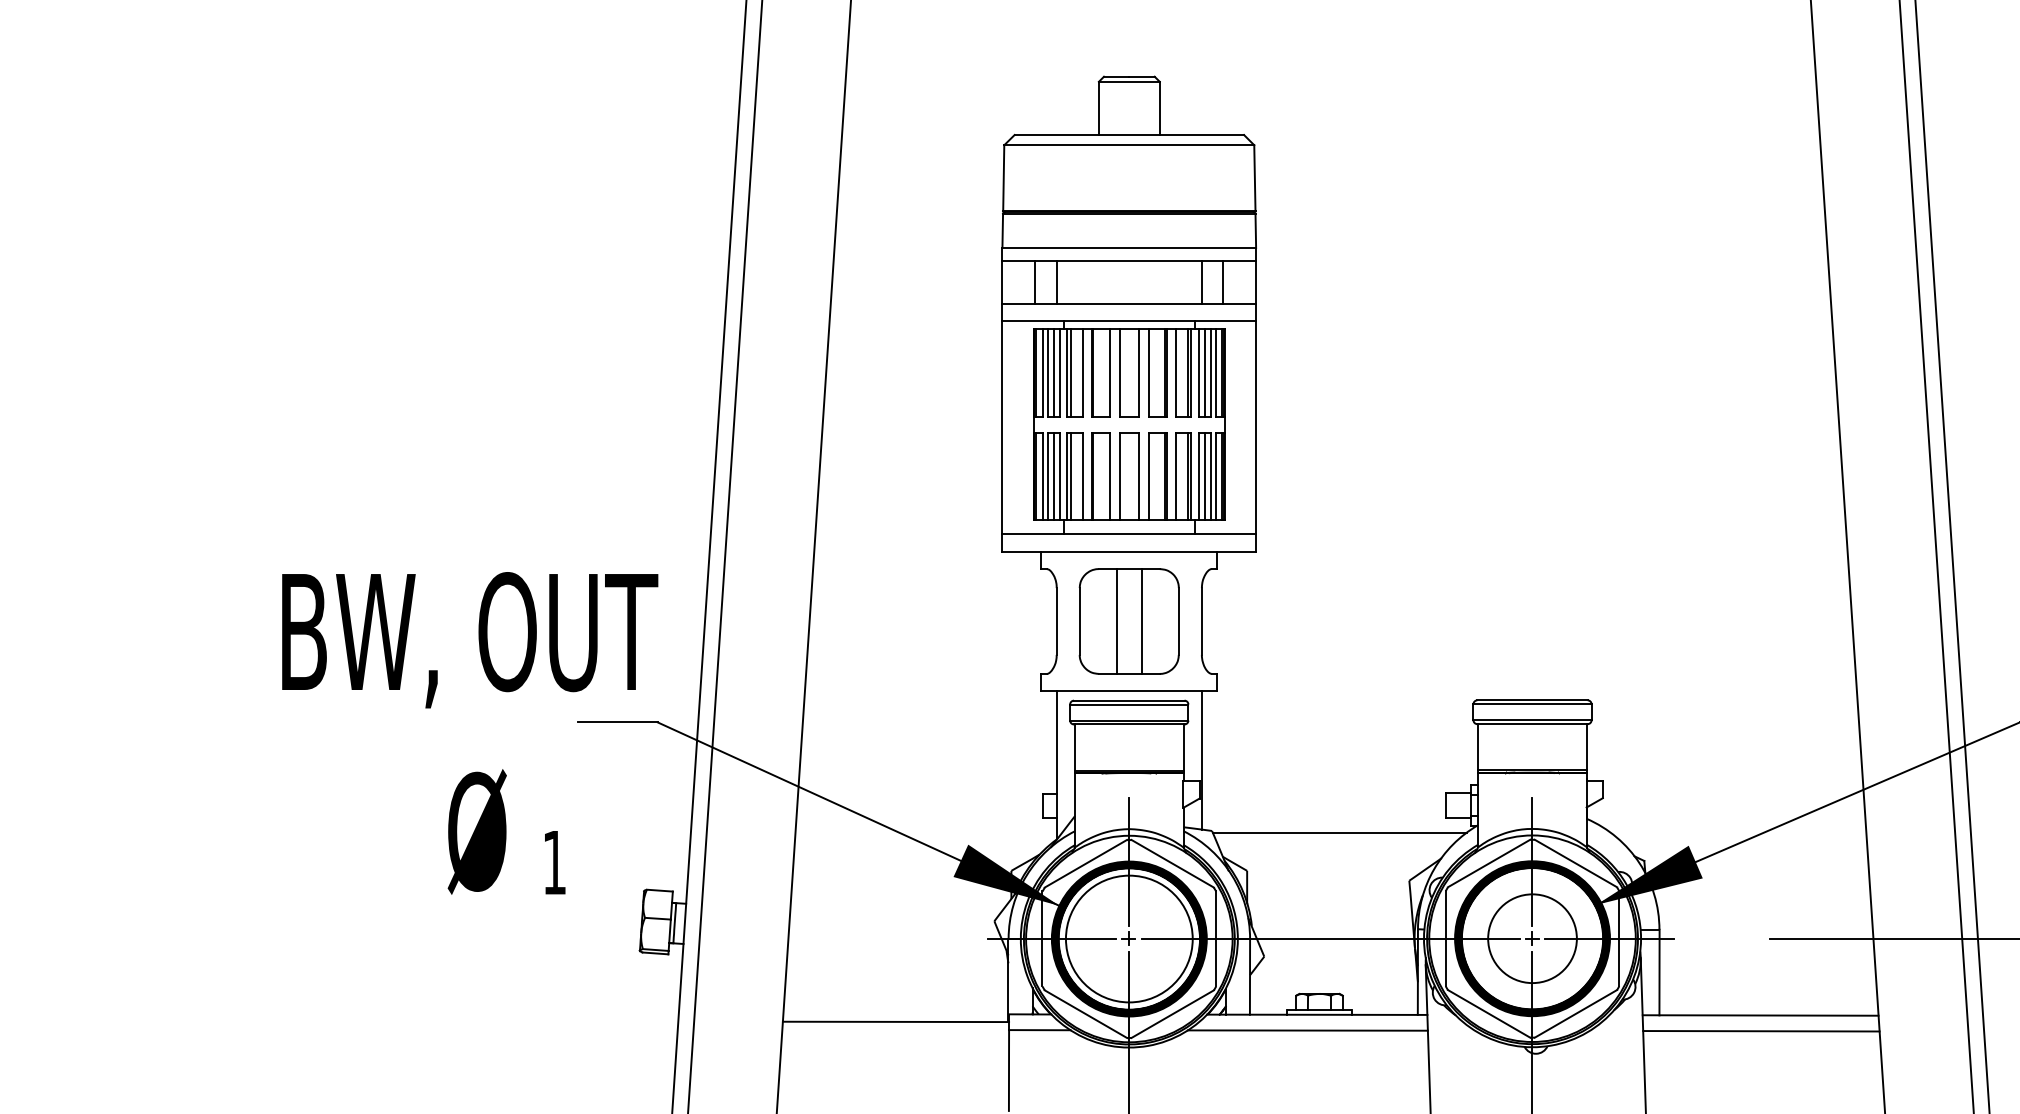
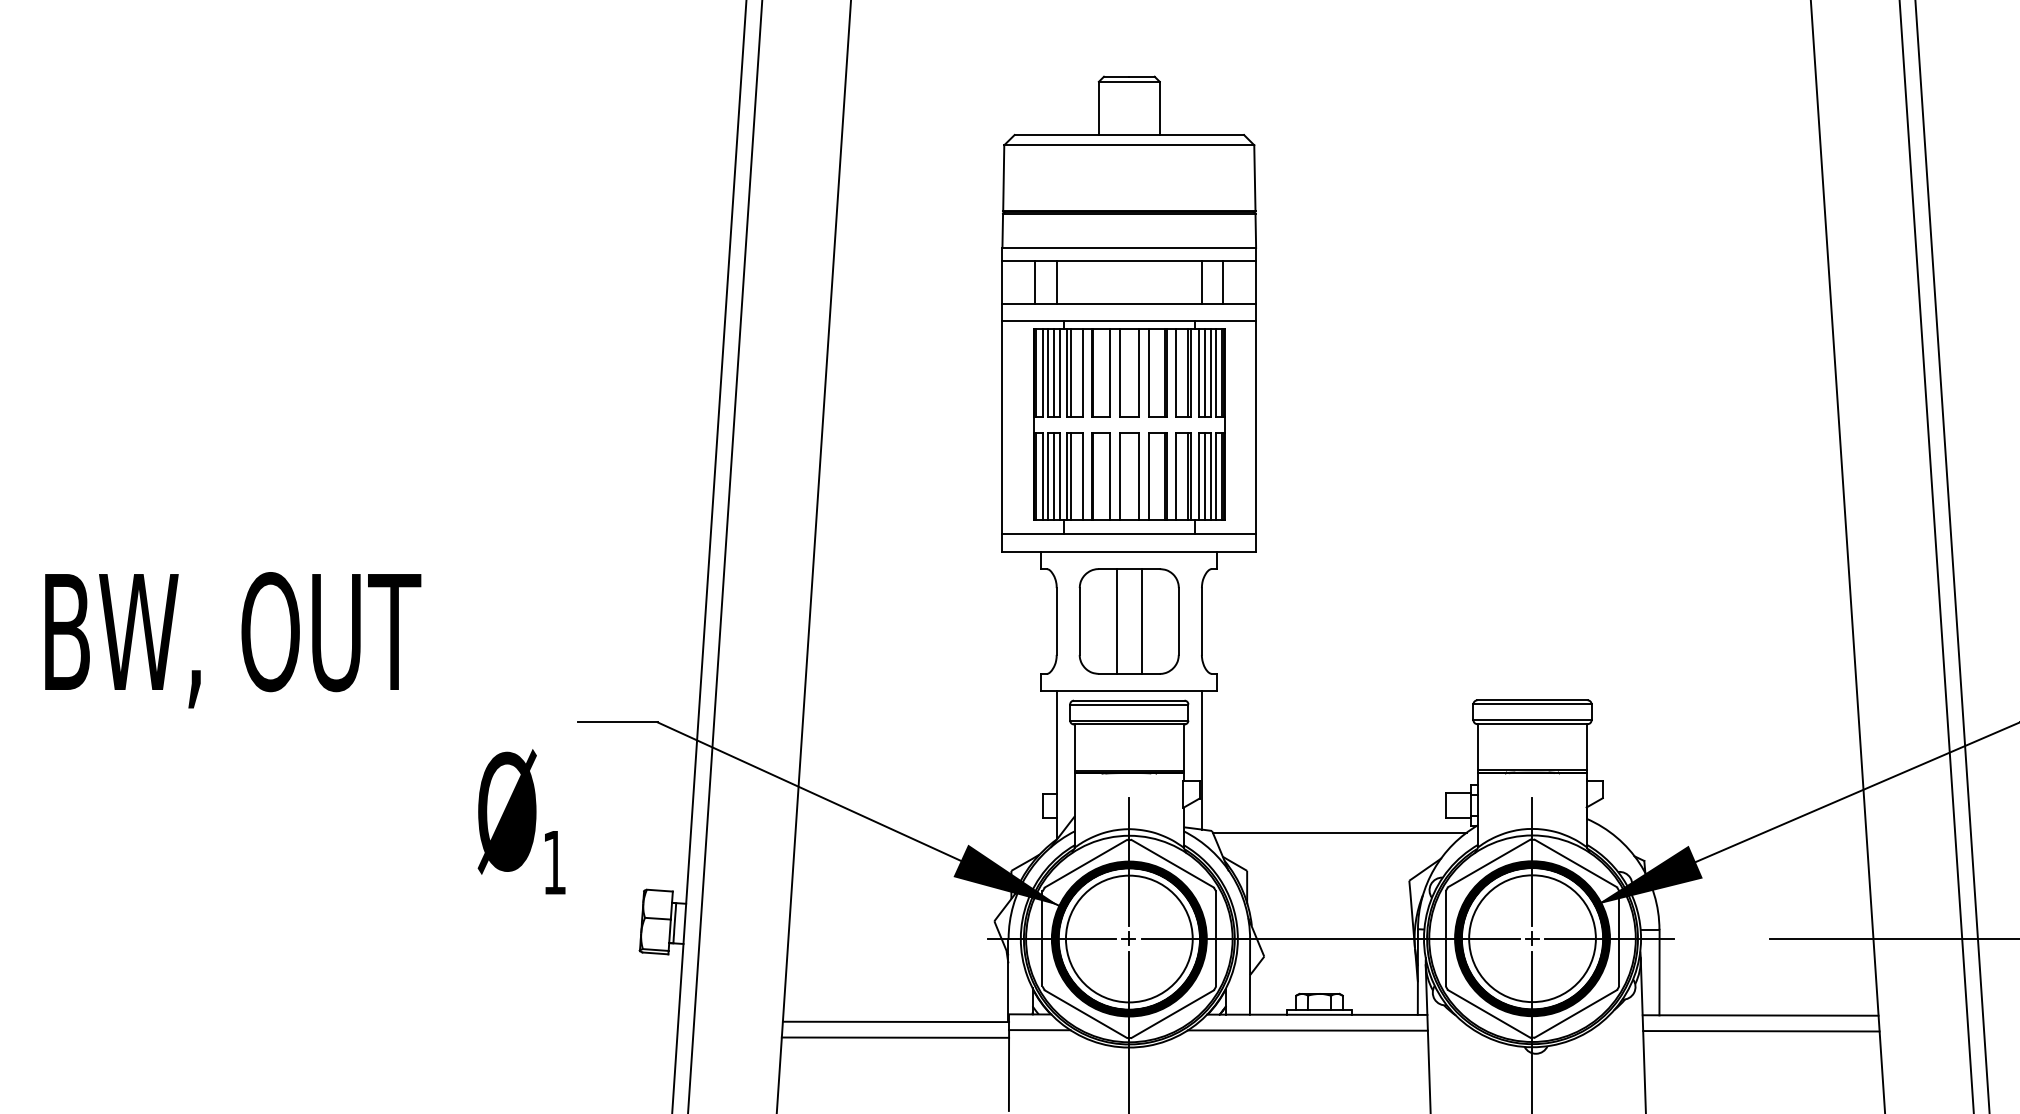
text at (470, 640) position: (470, 640) -> (233, 640)
text at (476, 831) position: (476, 831) -> (506, 811)
circle at (1532, 938) diameter: 89 px -> 127 px
line at (895, 1037): none -> present
